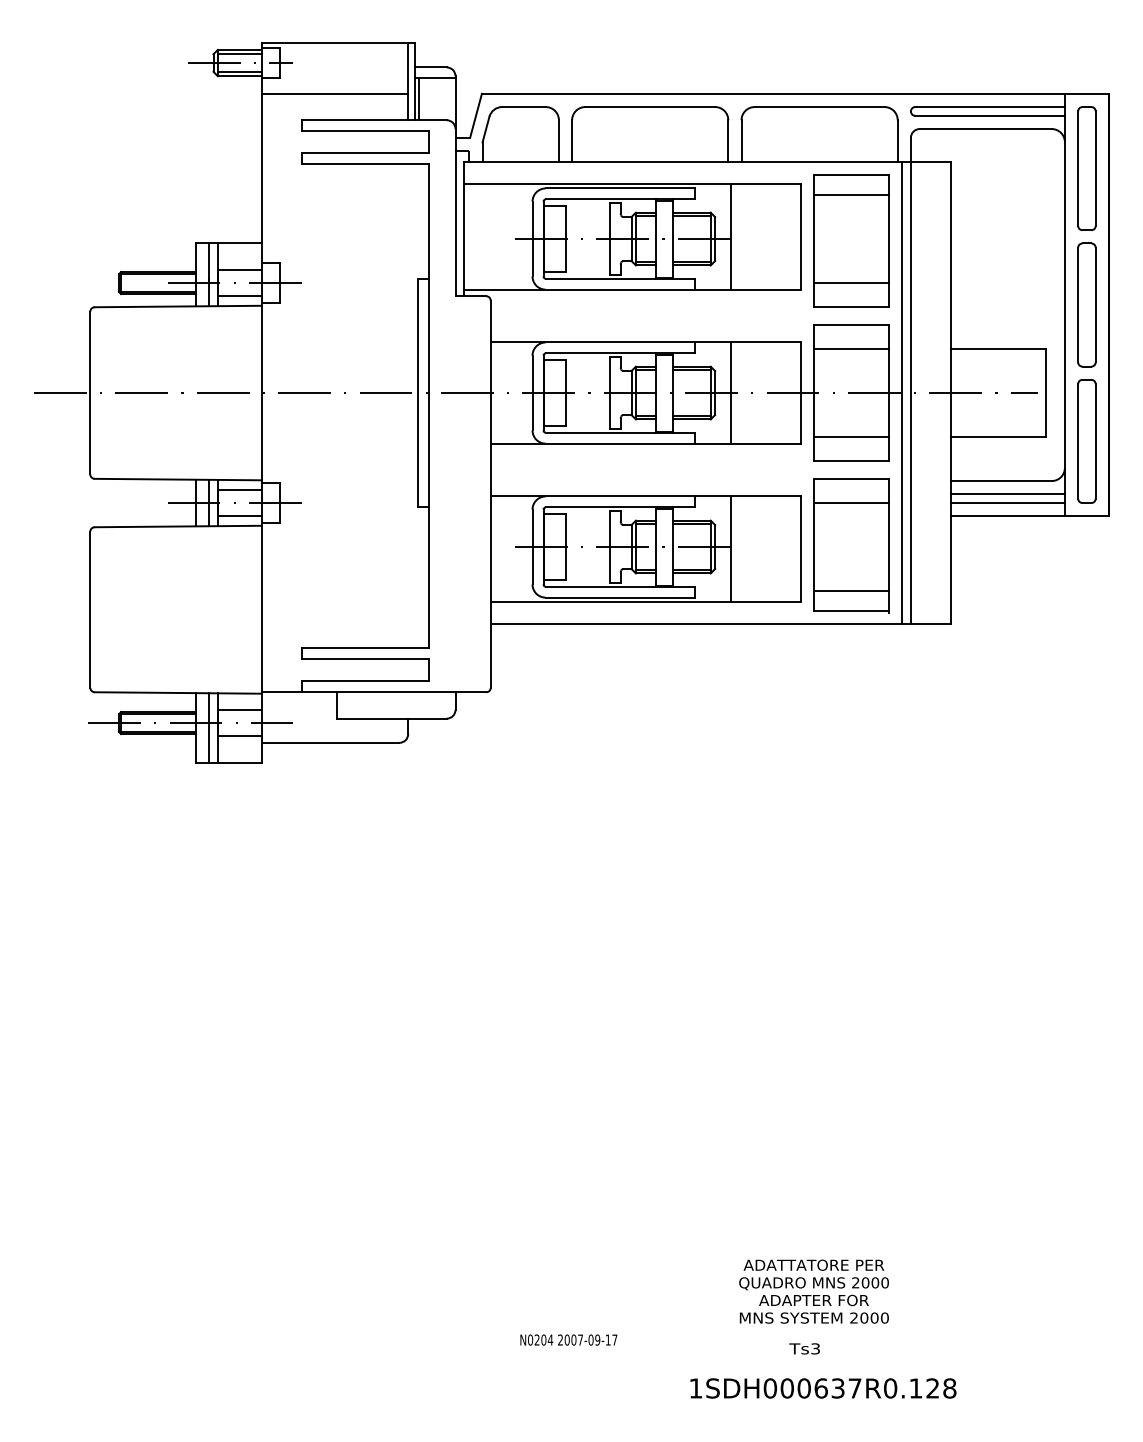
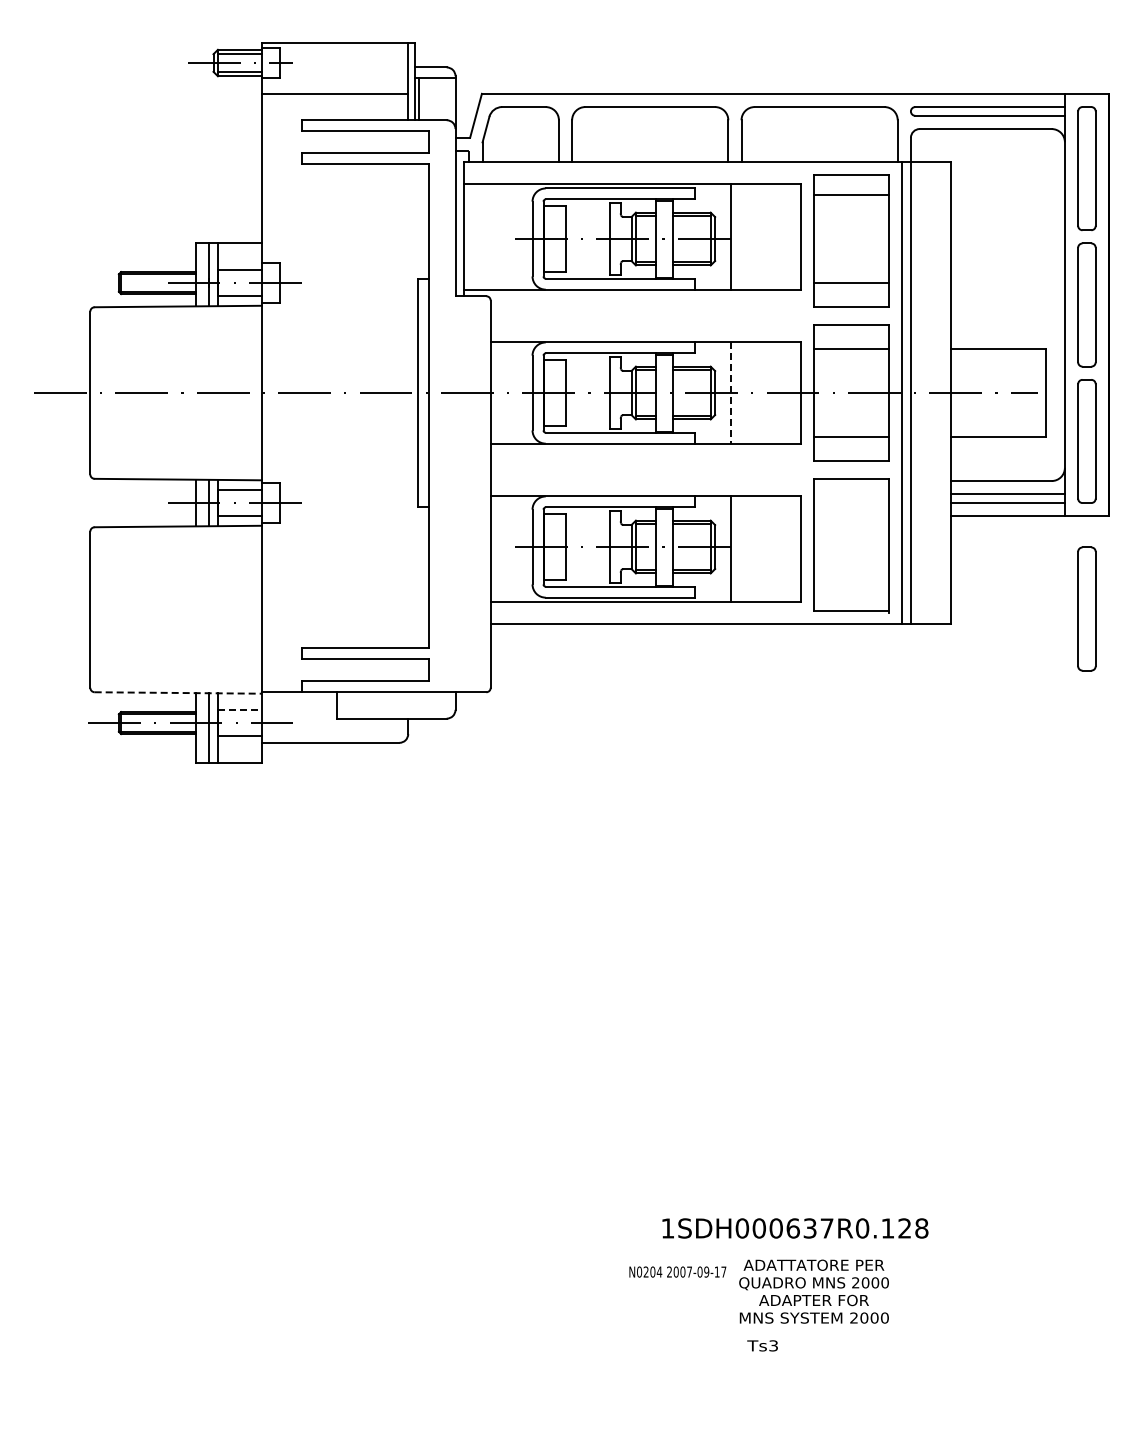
line at (730, 393): solid -> dashed
line at (851, 503): present -> none
line at (851, 591): present -> none
part at (1086, 608): none -> present
line at (178, 692): solid -> dashed
line at (239, 710): solid -> dashed
text at (568, 1339) position: (568, 1339) -> (677, 1271)
text at (804, 1348) position: (804, 1348) -> (762, 1345)
text at (823, 1388) position: (823, 1388) -> (795, 1228)
